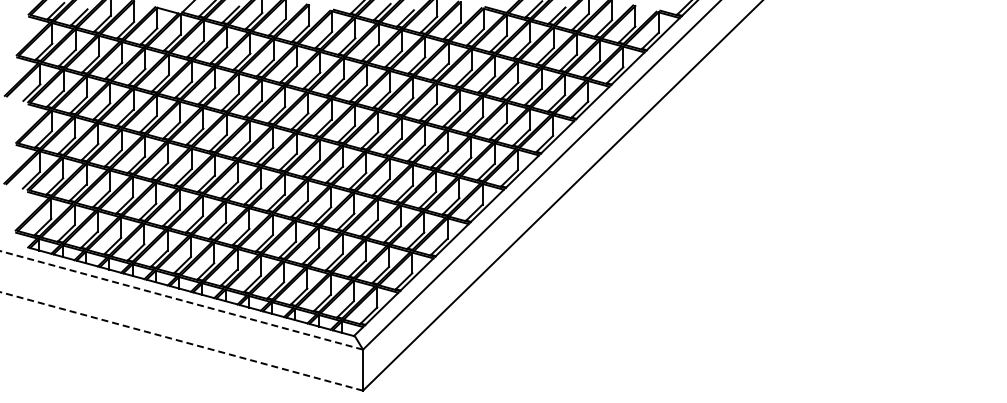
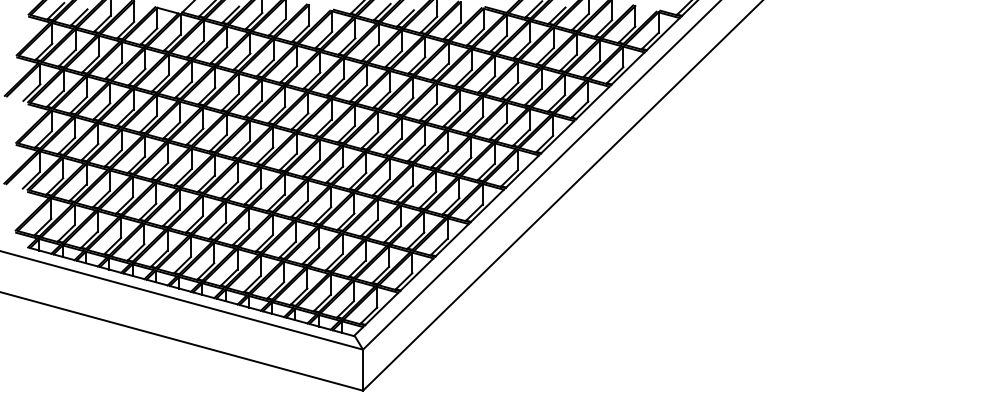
line at (181, 300): dashed -> solid
line at (181, 341): dashed -> solid
